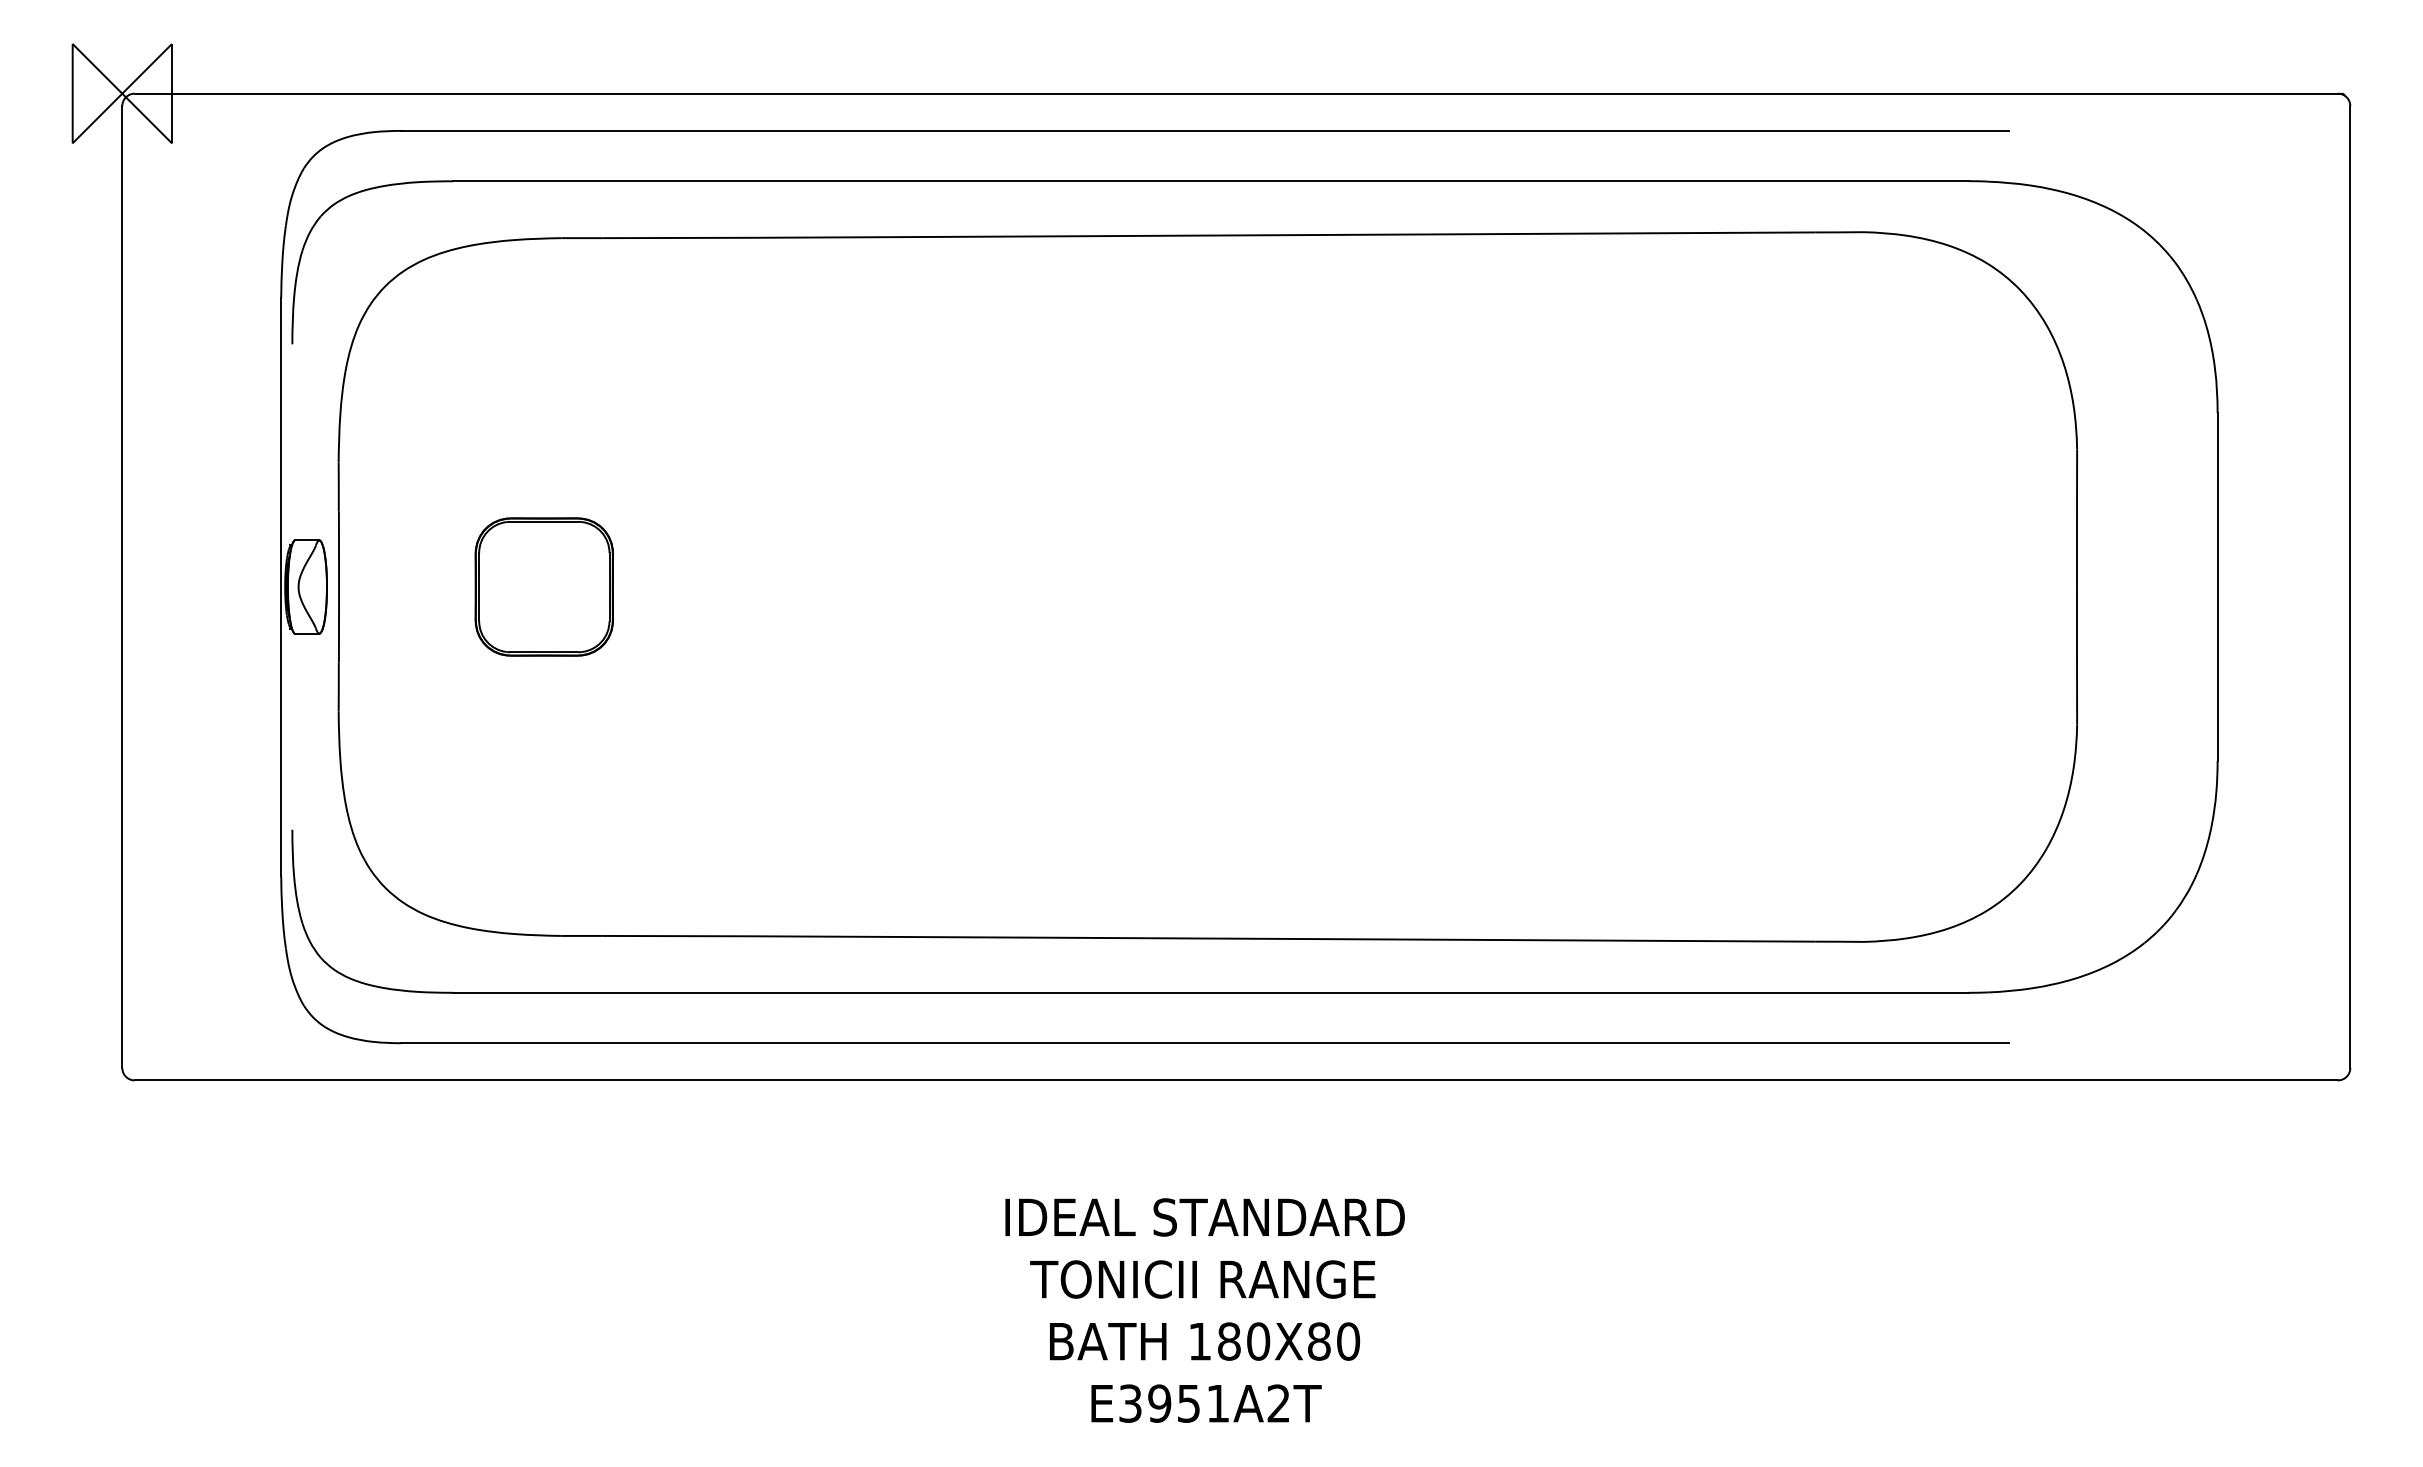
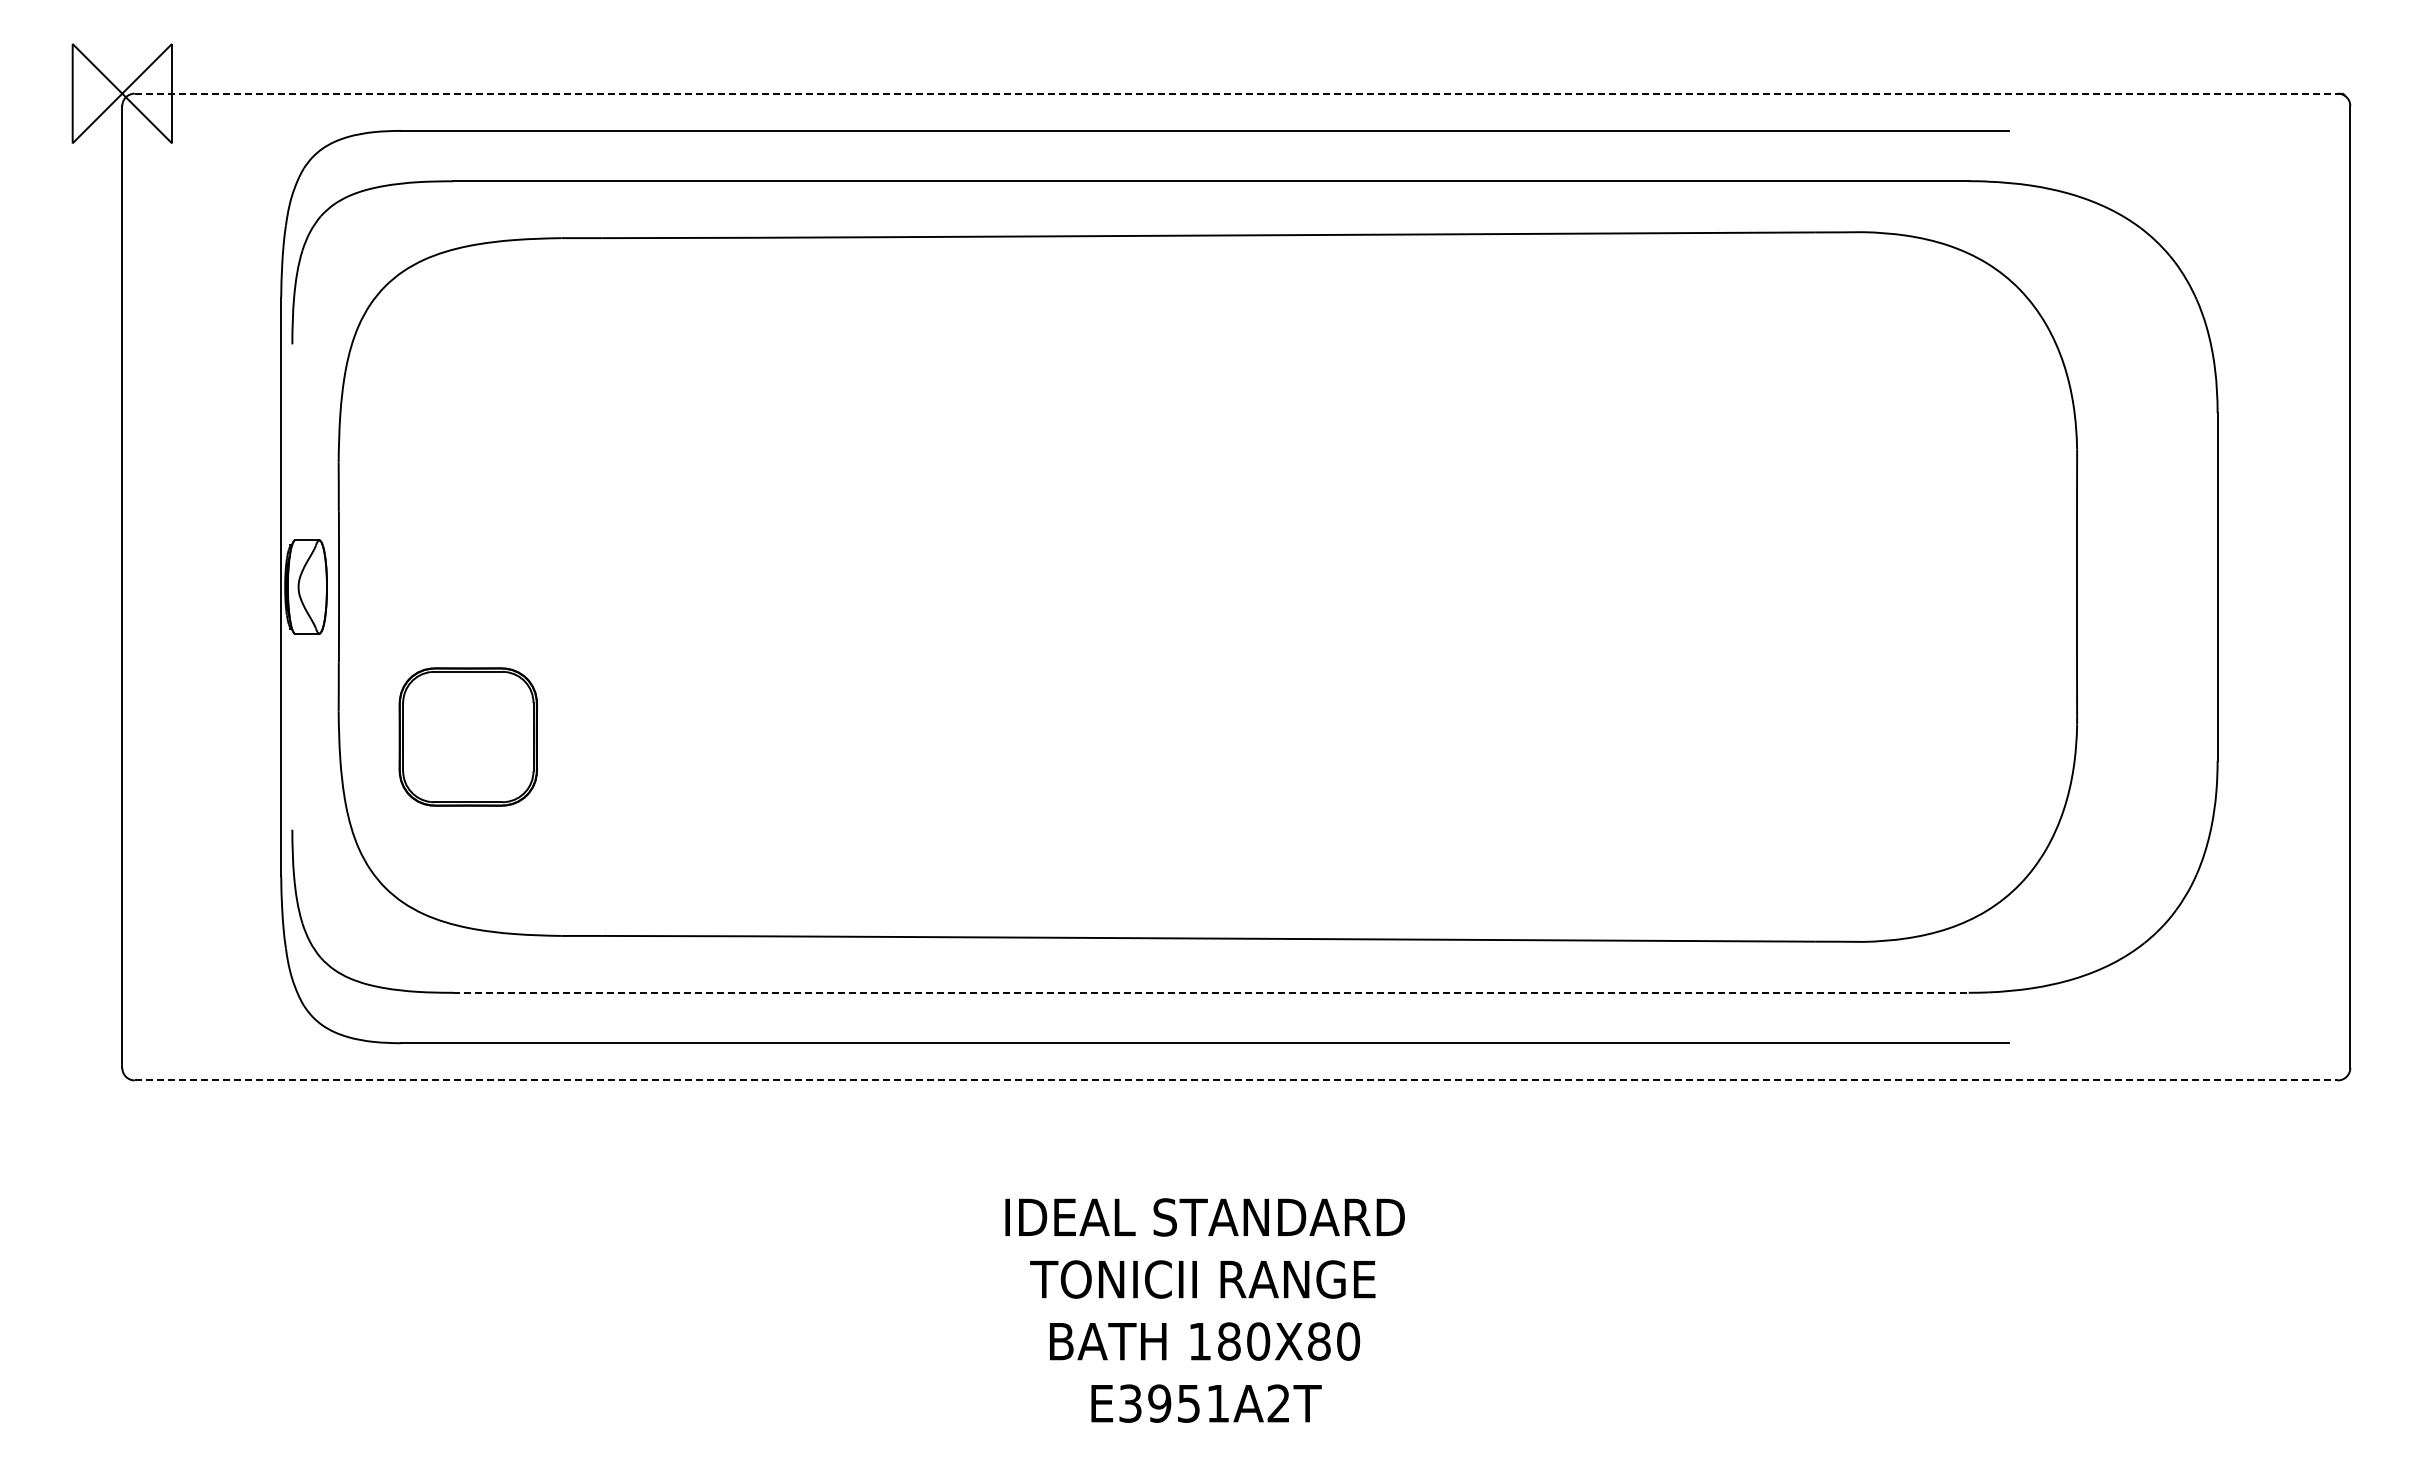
line at (1238, 93): solid -> dashed
part at (543, 586) position: (543, 586) -> (467, 736)
line at (1211, 992): solid -> dashed
line at (1236, 1080): solid -> dashed
